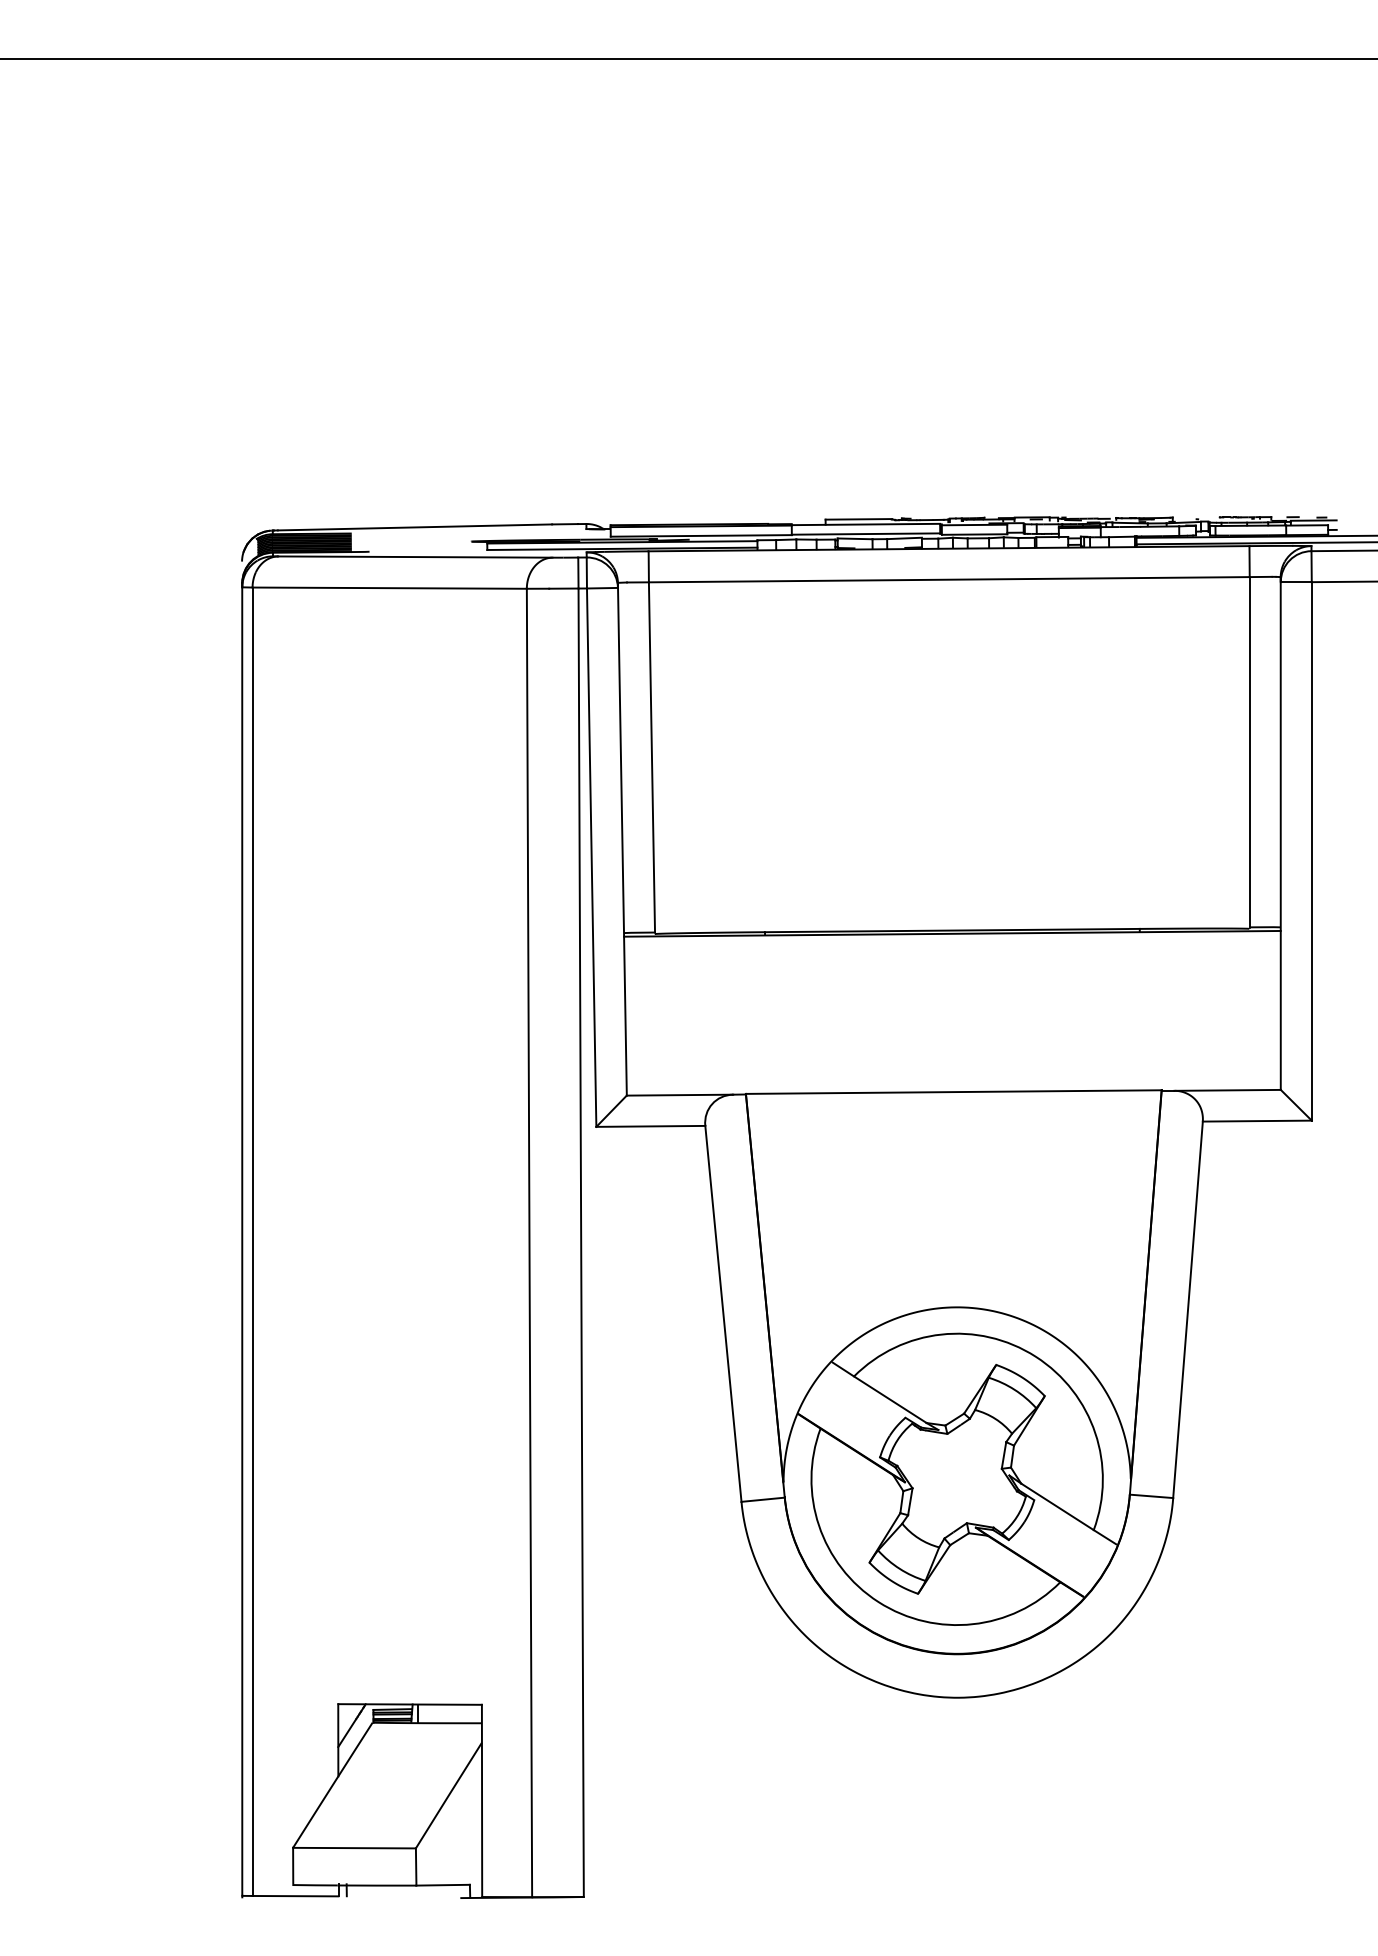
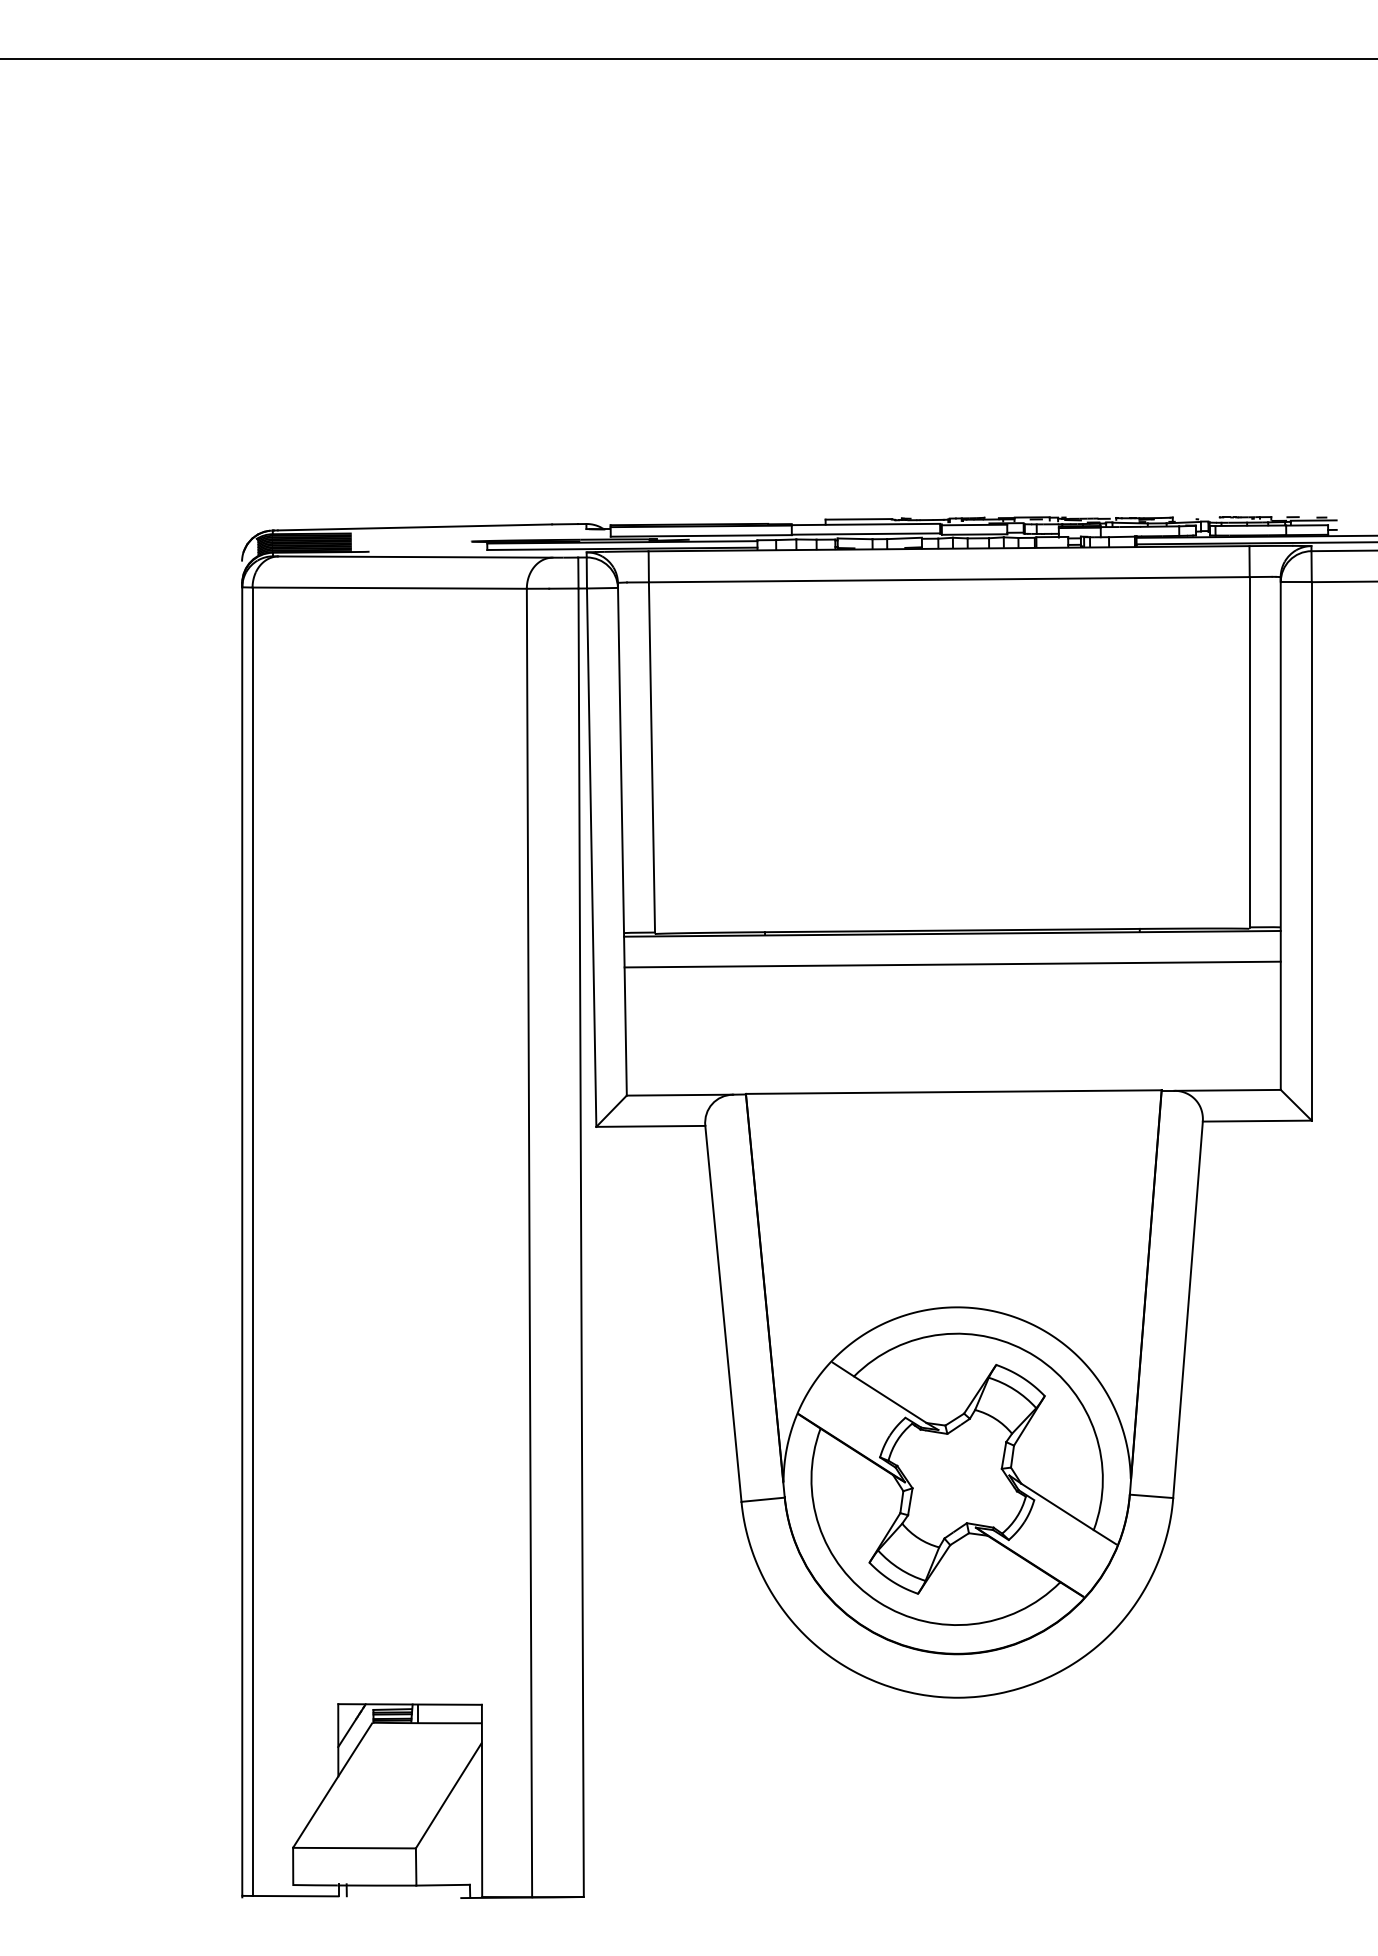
line at (952, 964): none -> present
